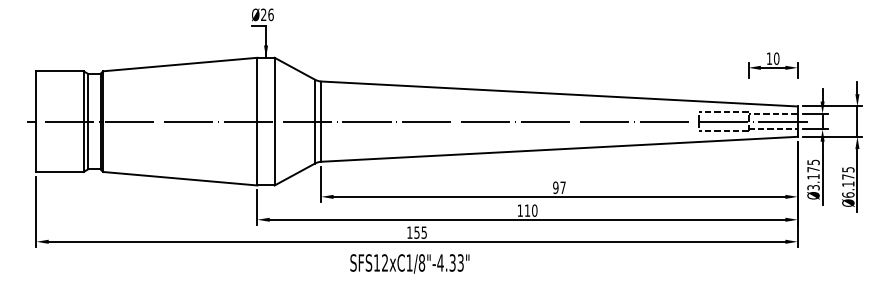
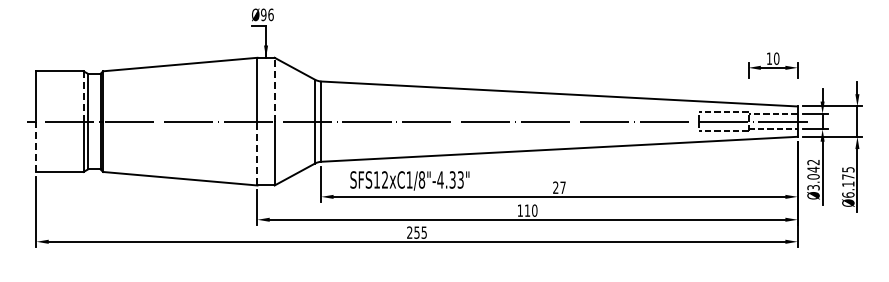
text at (263, 14): Ø26 -> Ø96
line at (274, 89): solid -> dashed
line at (83, 95): solid -> dashed
line at (36, 146): solid -> dashed
line at (257, 153): solid -> dashed
text at (813, 169): Ø3.175 -> Ø3.042
text at (555, 187): 97 -> 27
text at (409, 232): 155 -> 255
text at (409, 263) position: (409, 263) -> (409, 180)
